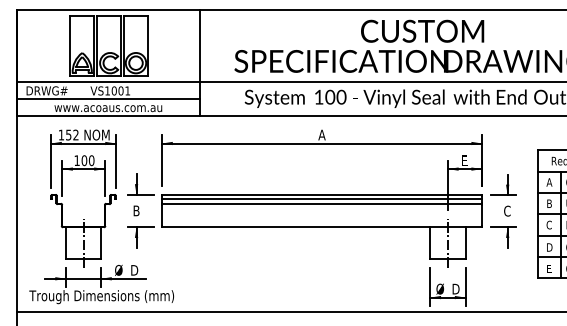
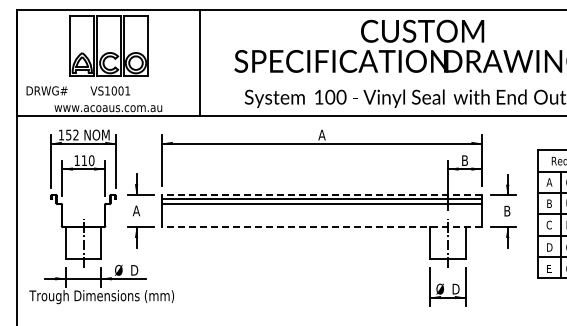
line at (290, 82): present -> none
line at (108, 99): present -> none
text at (84, 160): 100 -> 110
text at (464, 160): E -> B
line at (322, 194): solid -> dashed
text at (135, 210): B -> A
text at (507, 210): C -> B
line at (322, 227): solid -> dashed
line at (290, 312): present -> none
